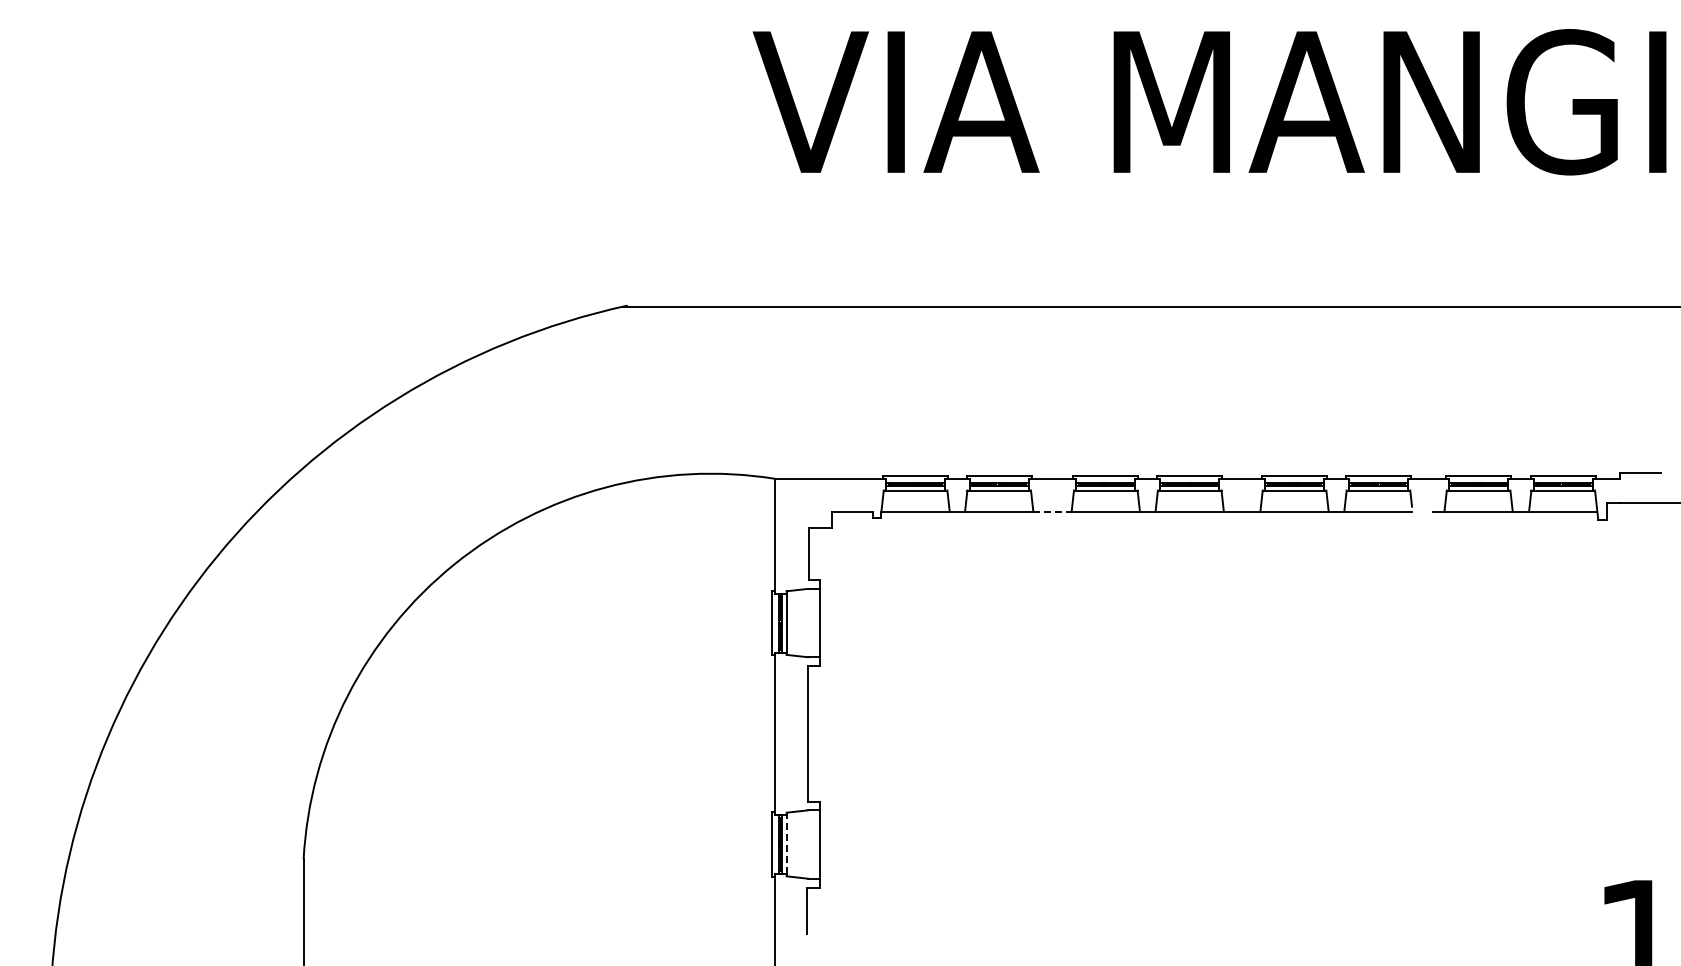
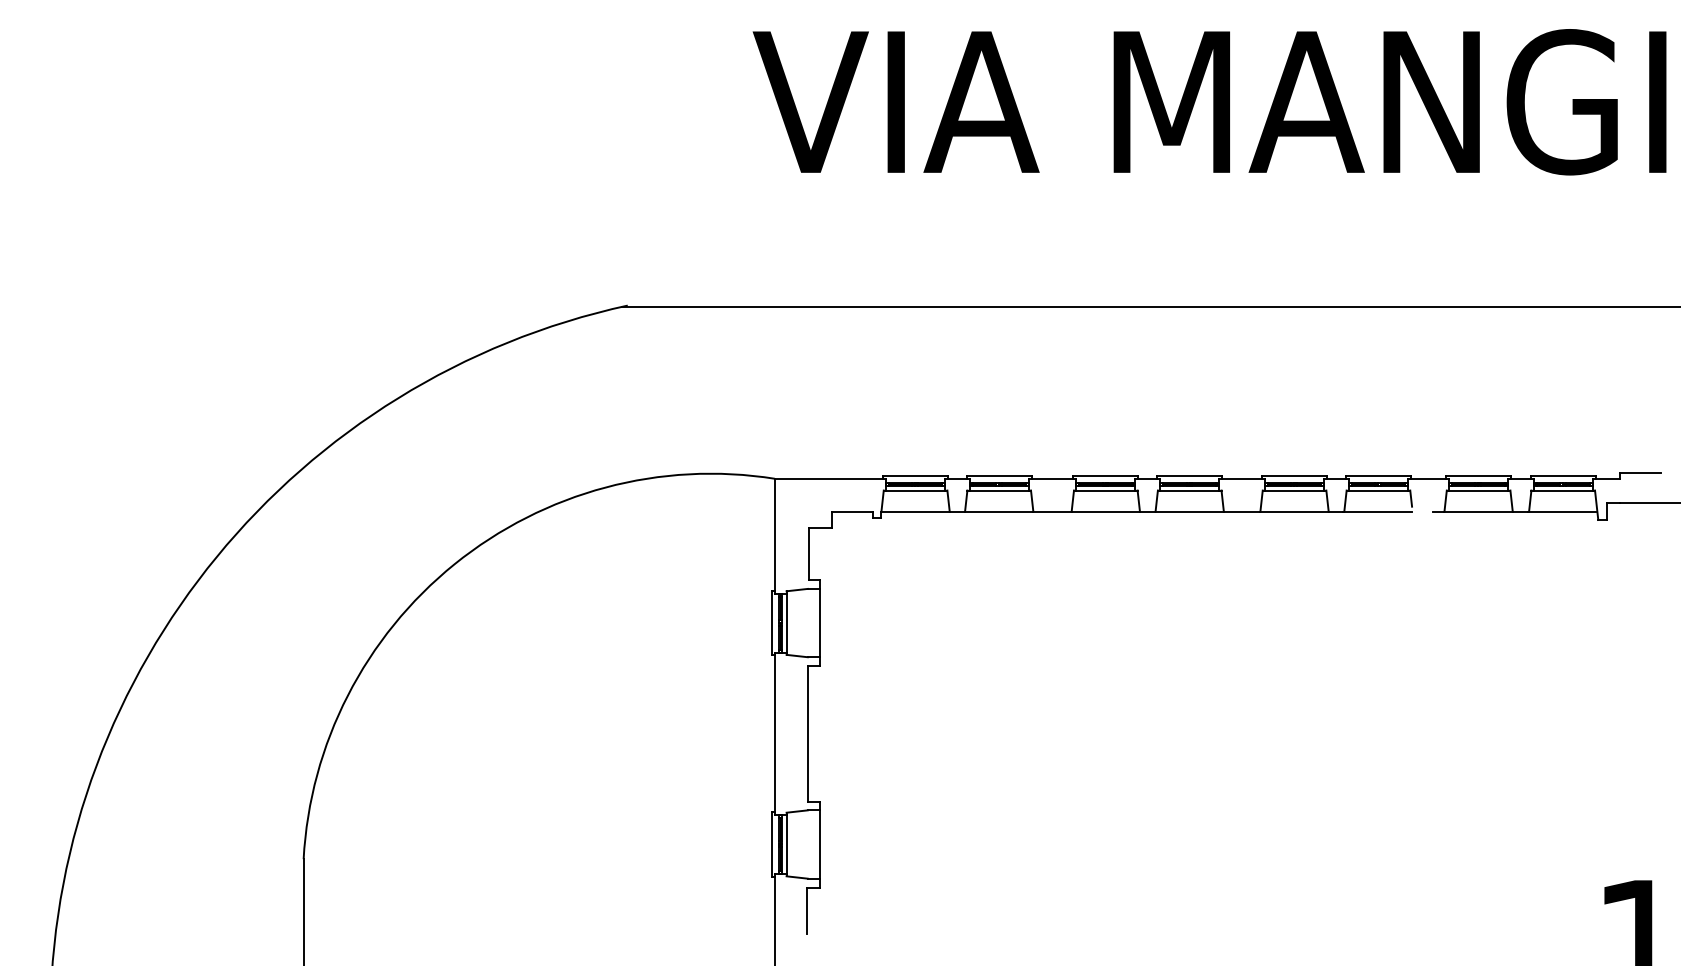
line at (1053, 511): dashed -> solid
line at (786, 844): dashed -> solid
